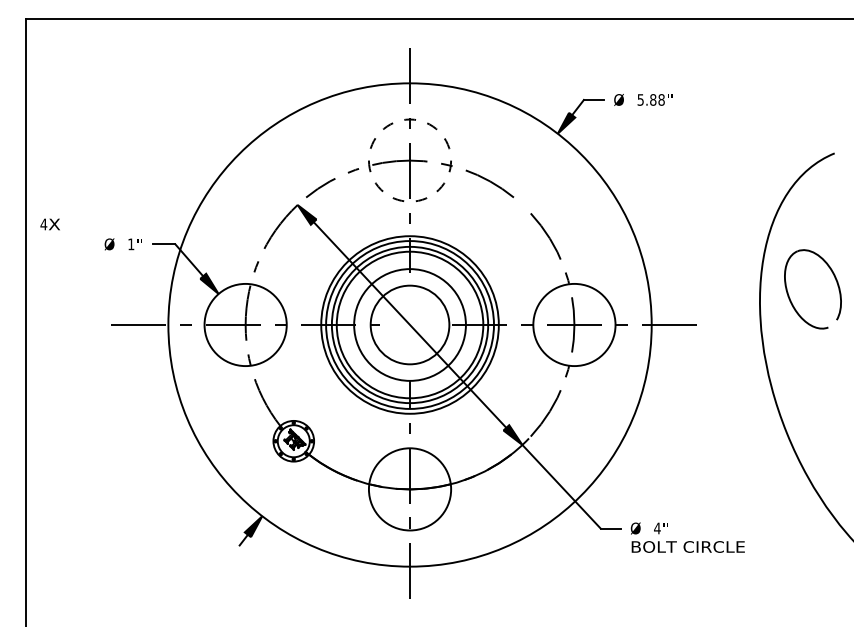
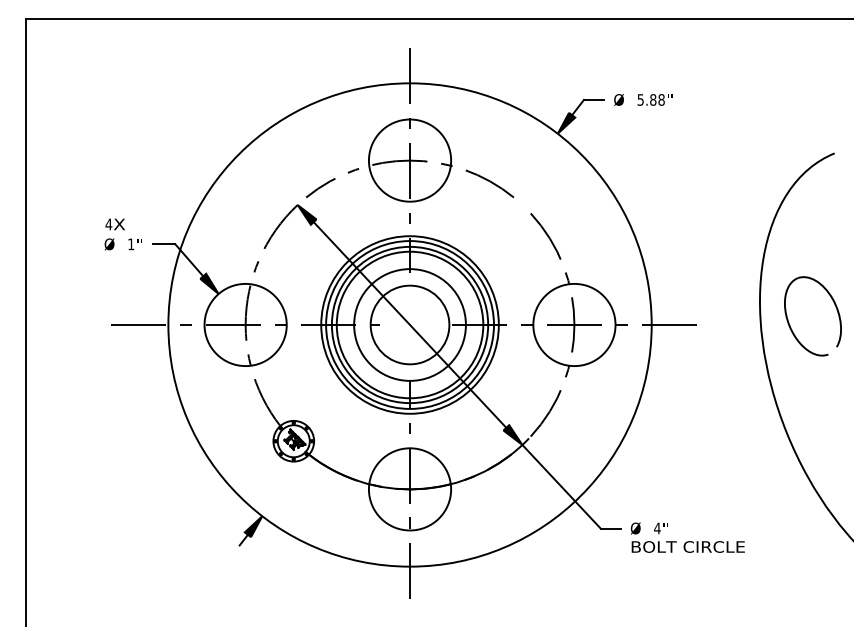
circle at (409, 160): dashed -> solid
text at (49, 224) position: (49, 224) -> (114, 224)
part at (791, 300) position: (791, 300) -> (791, 327)
